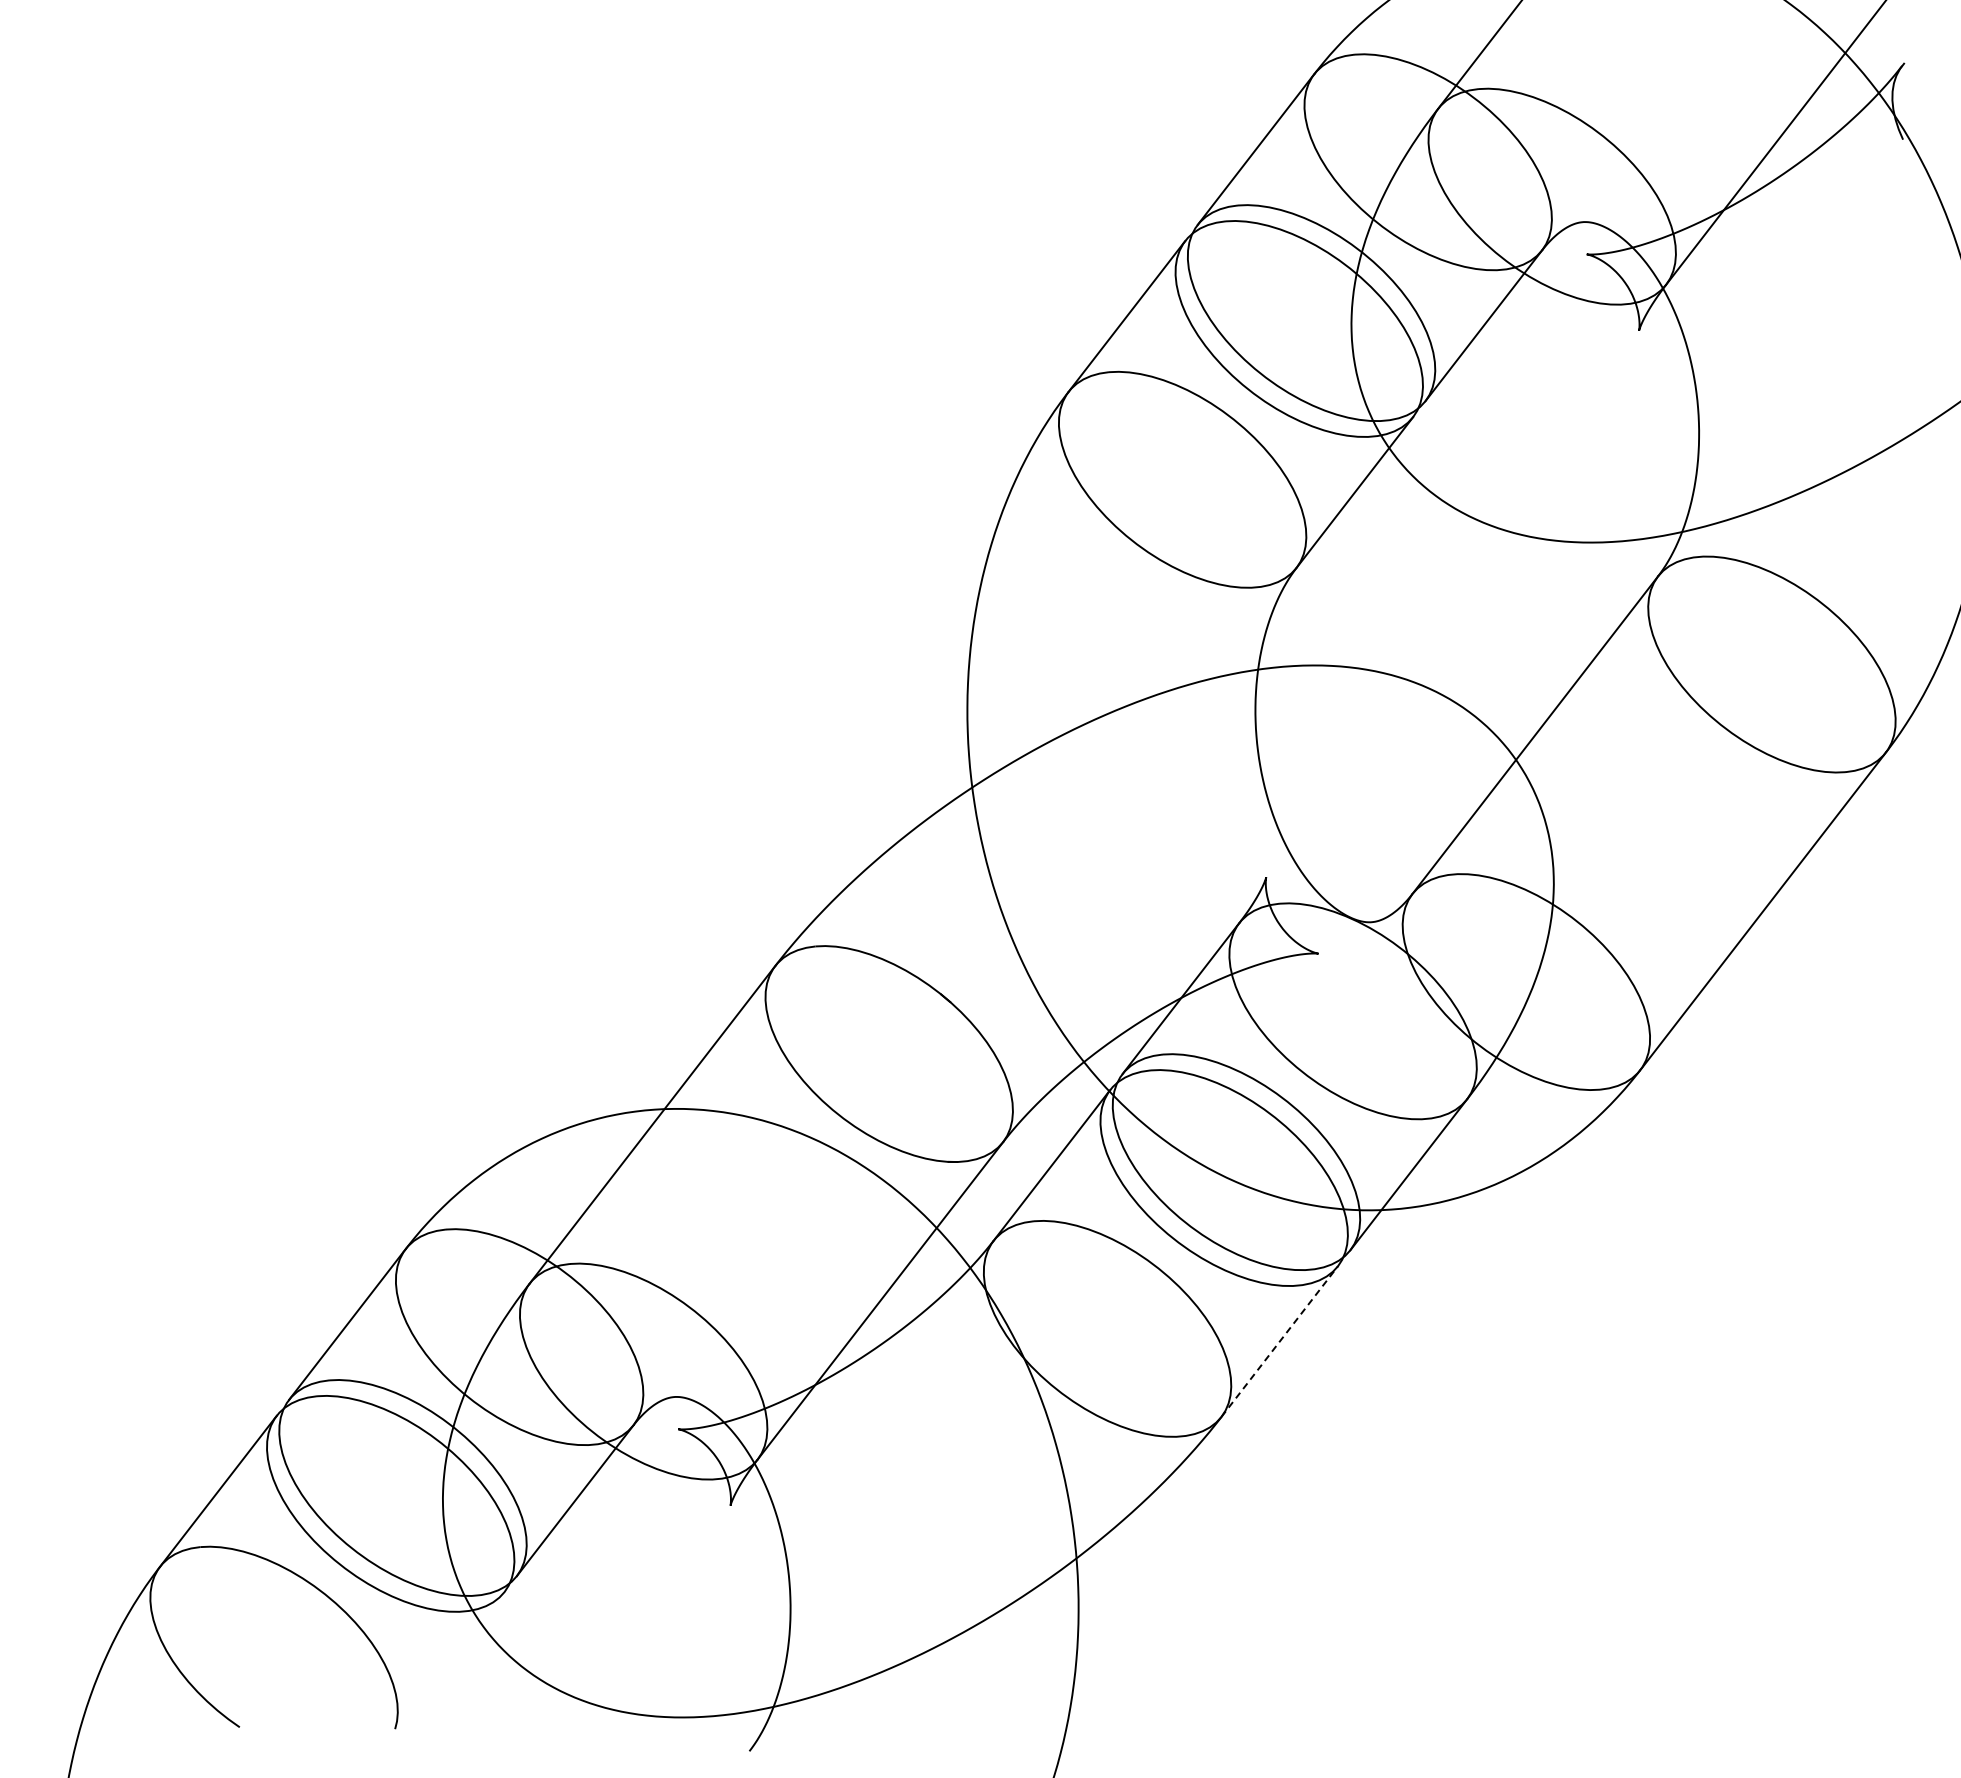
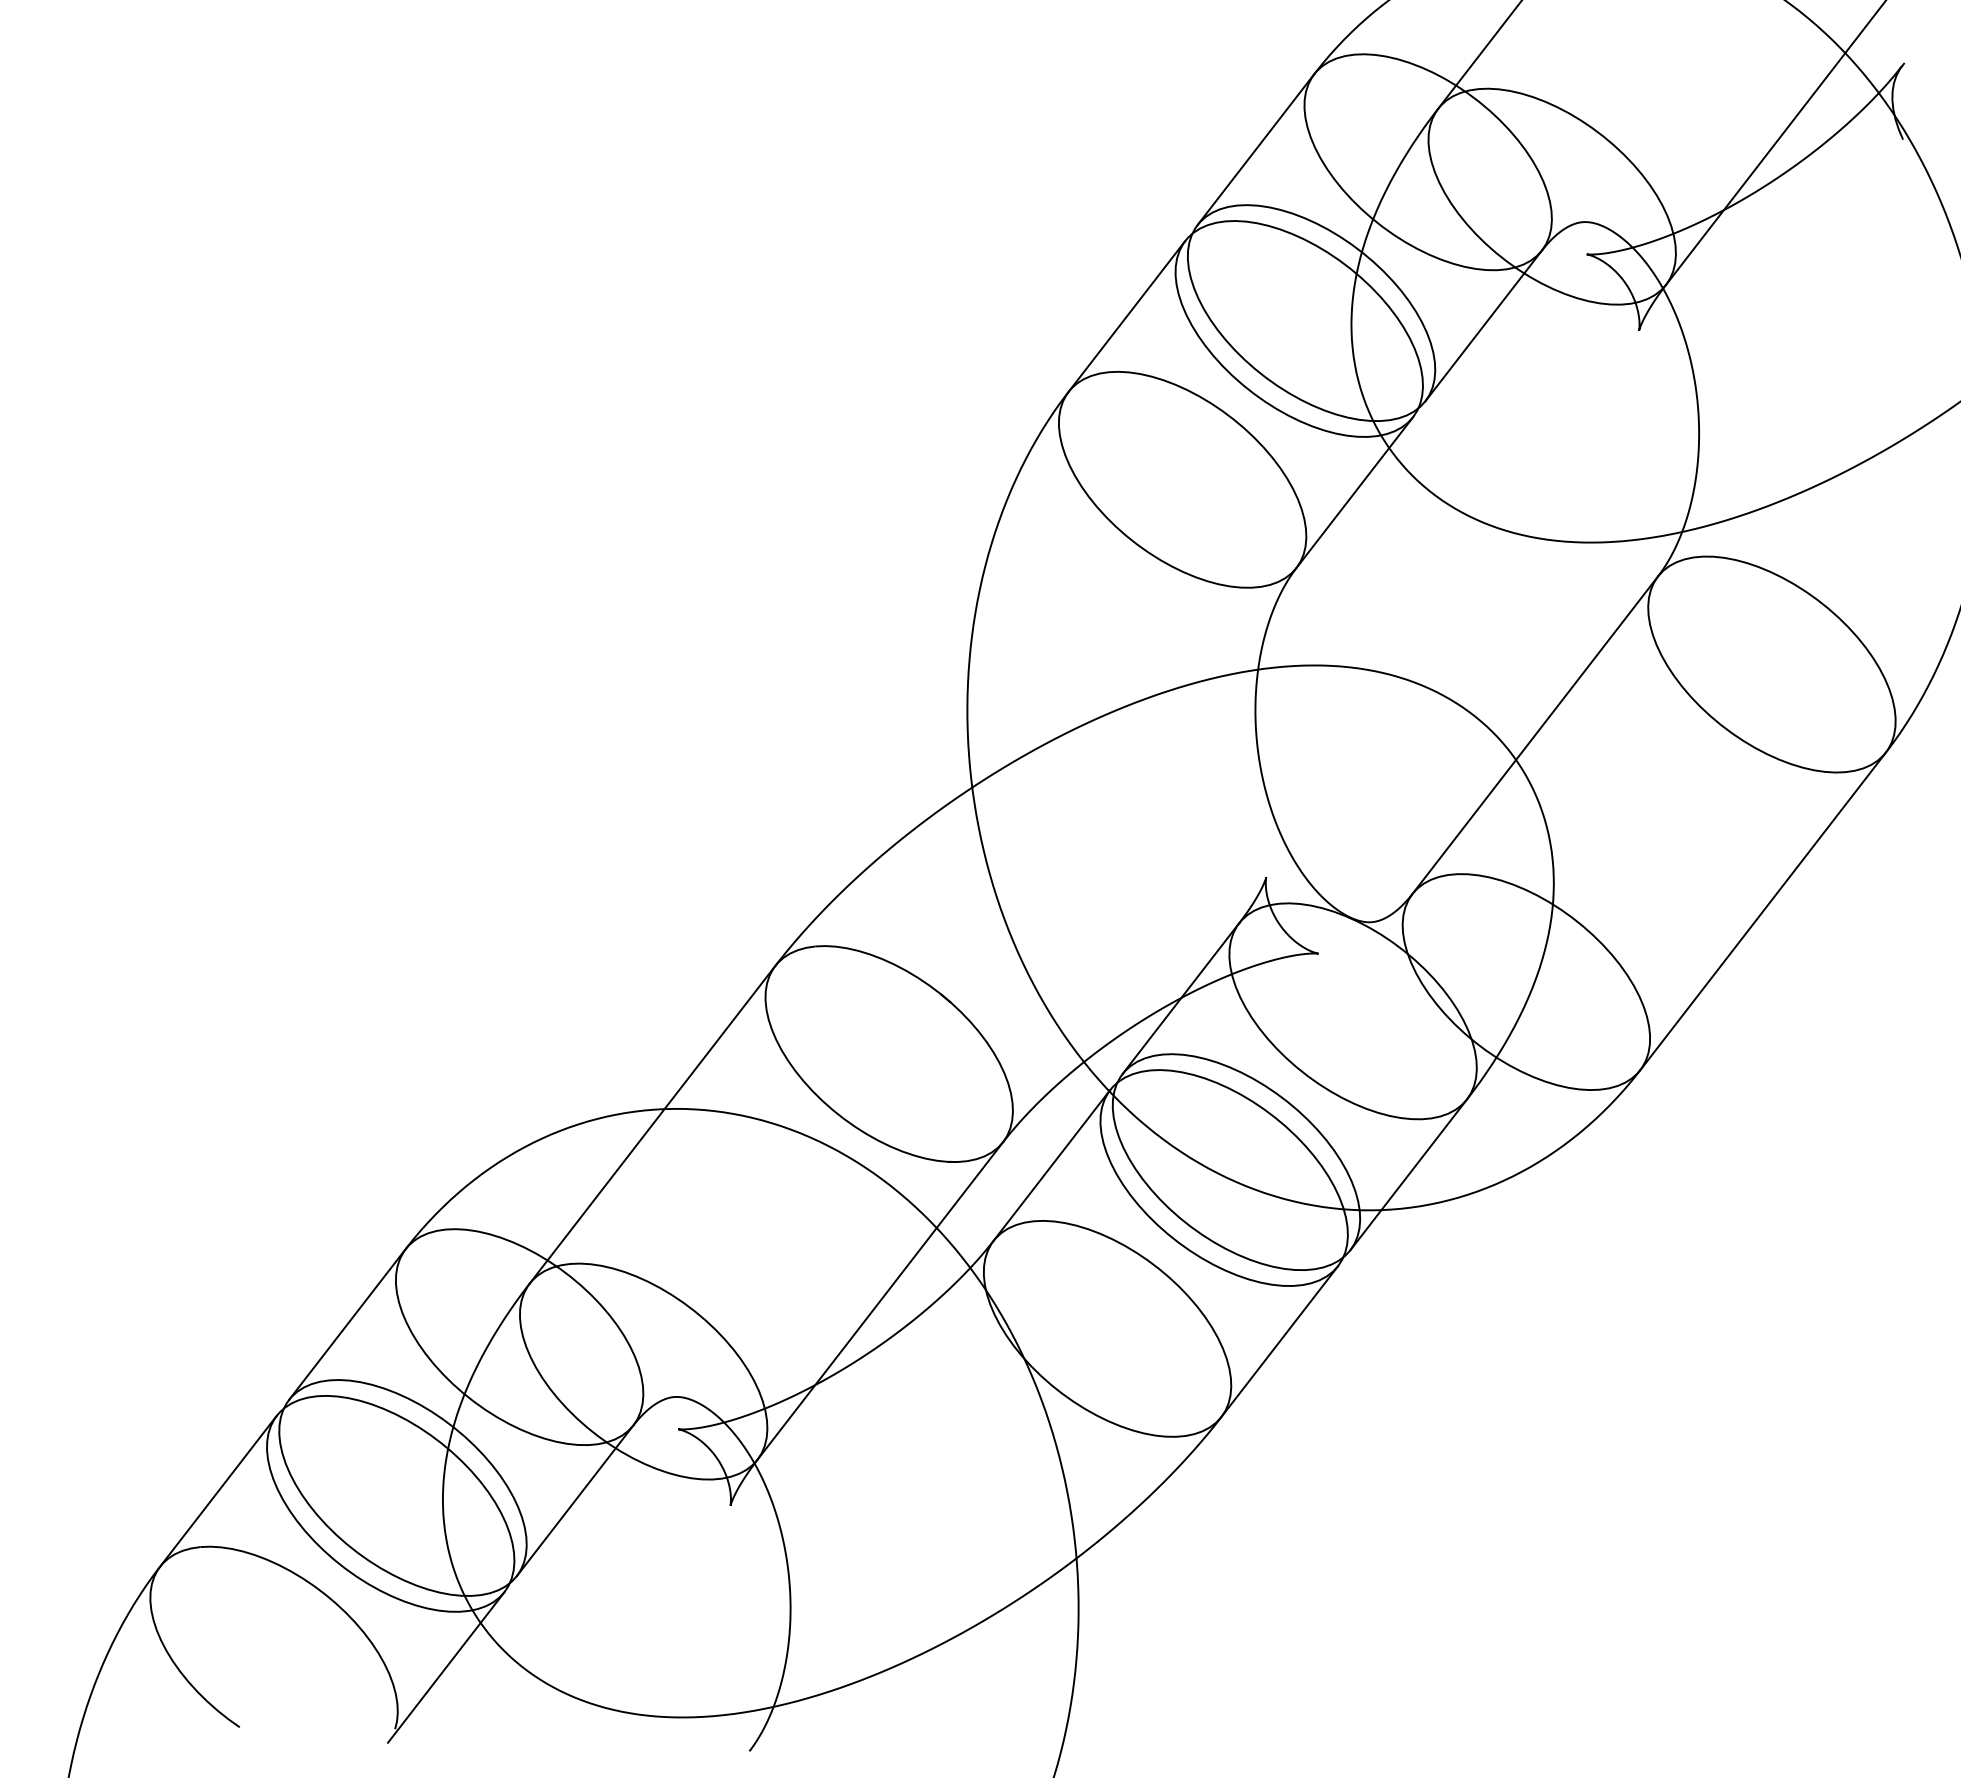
line at (1280, 1341): dashed -> solid
line at (446, 1666): none -> present
